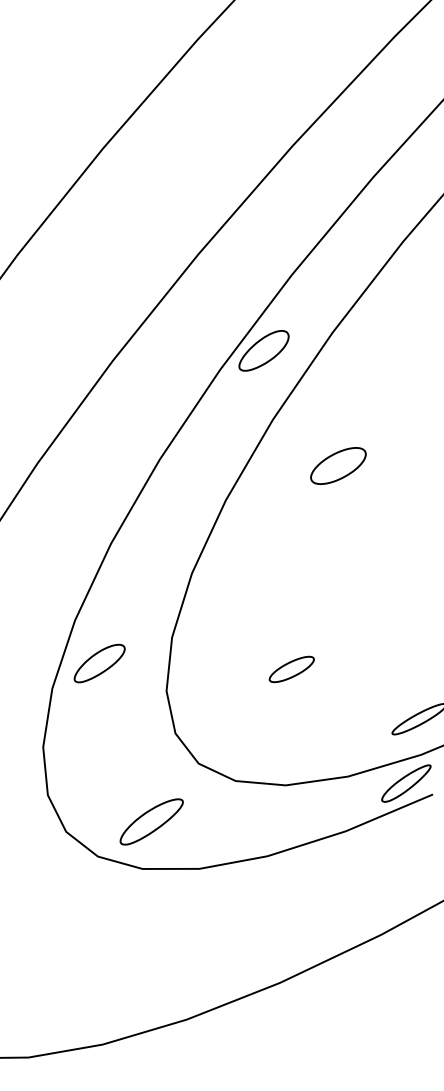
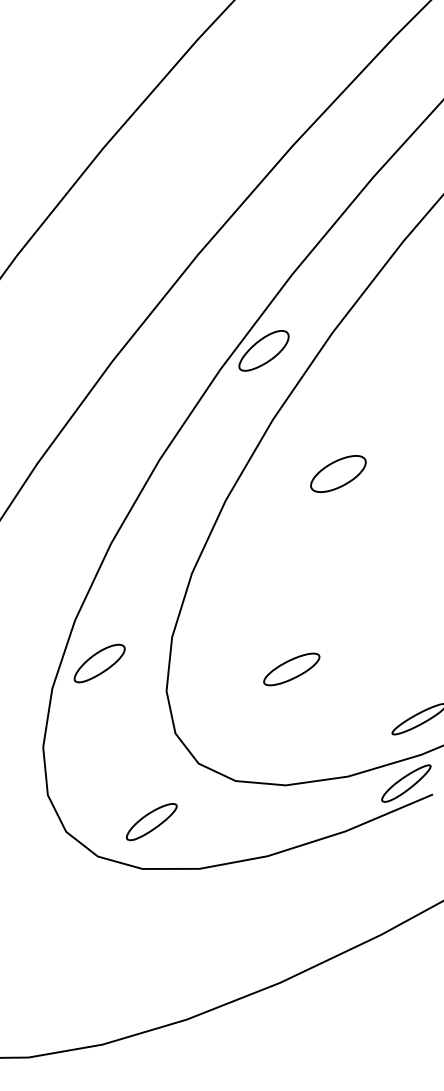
part at (338, 465) position: (338, 465) -> (338, 473)
part at (291, 669) size: 47x29 px -> 58x35 px
part at (151, 821) size: 65x48 px -> 52x39 px
